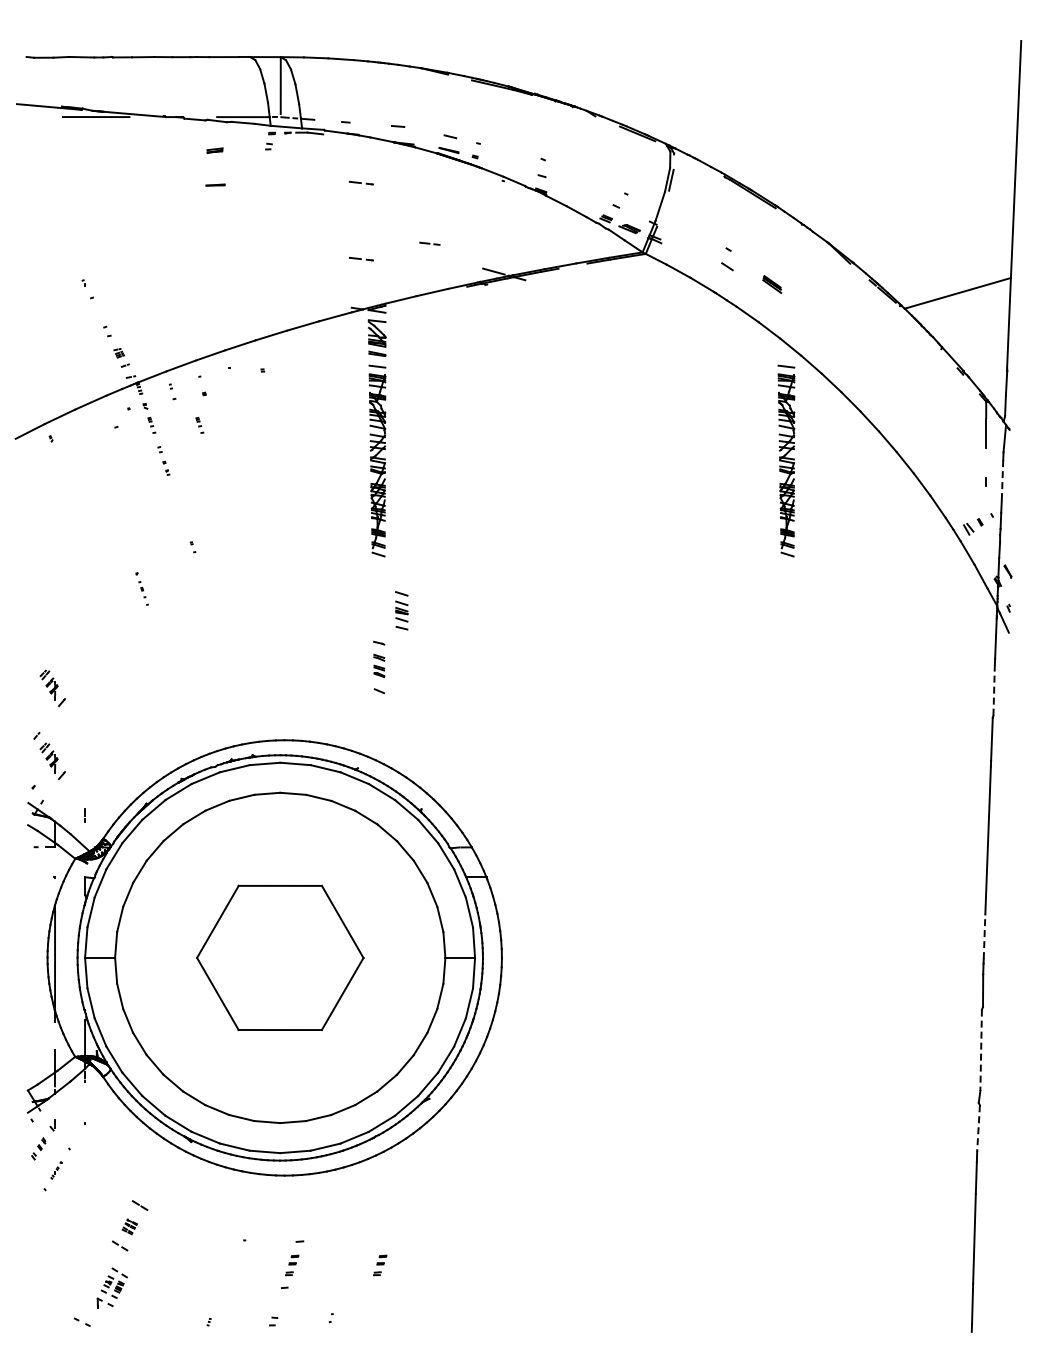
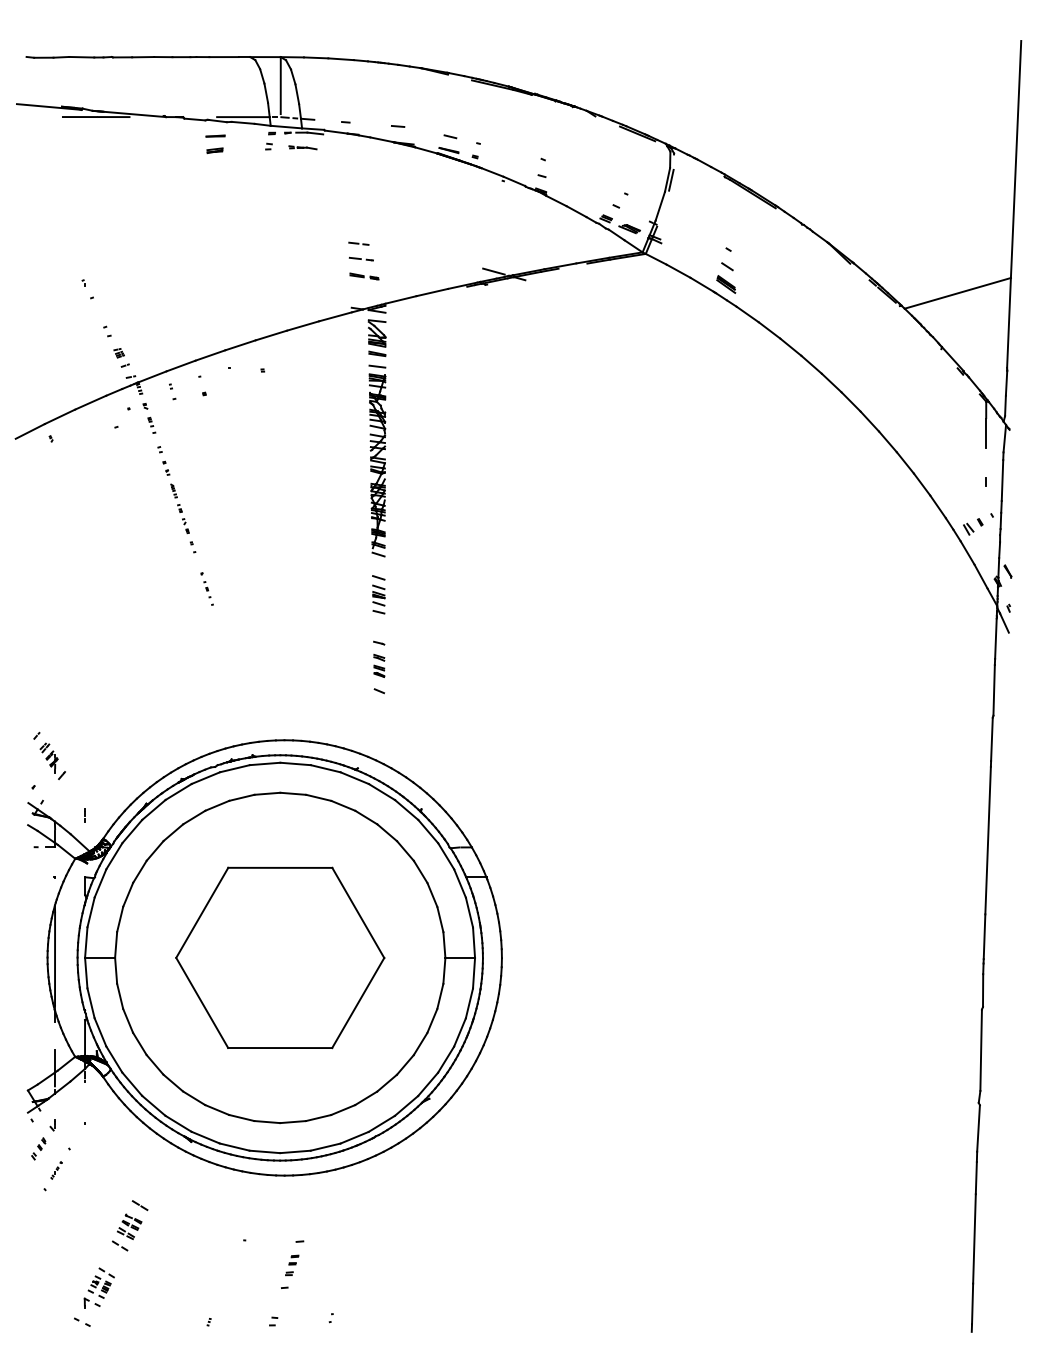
part at (302, 147): none -> present
line at (360, 182): present -> none
line at (215, 184) position: (215, 184) -> (215, 135)
line at (429, 243) position: (429, 243) -> (358, 243)
line at (364, 276): none -> present
part at (772, 284) position: (772, 284) -> (726, 284)
part at (199, 424): present -> none
part at (786, 460): present -> none
line at (1002, 481): dashed -> solid
part at (179, 508): none -> present
part at (141, 588) position: (141, 588) -> (206, 588)
part at (401, 610) position: (401, 610) -> (378, 594)
part at (52, 688): present -> none
line at (994, 689): dashed -> solid
line at (984, 936): dashed -> solid
part at (280, 957) size: 169x147 px -> 211x184 px
line at (981, 1050): dashed -> solid
line at (978, 1129): dashed -> solid
part at (129, 1226) size: 17x18 px -> 26x28 px
part at (380, 1265): present -> none
part at (111, 1287) position: (111, 1287) -> (98, 1287)
